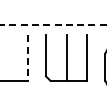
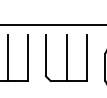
line at (53, 24): dashed -> solid
line at (7, 57): none -> present
line at (27, 58): dashed -> solid
